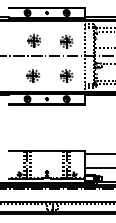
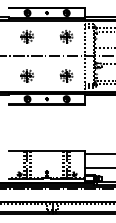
part at (34, 40) position: (34, 40) -> (27, 36)
part at (66, 41) position: (66, 41) -> (66, 36)
part at (33, 75) position: (33, 75) -> (27, 75)
